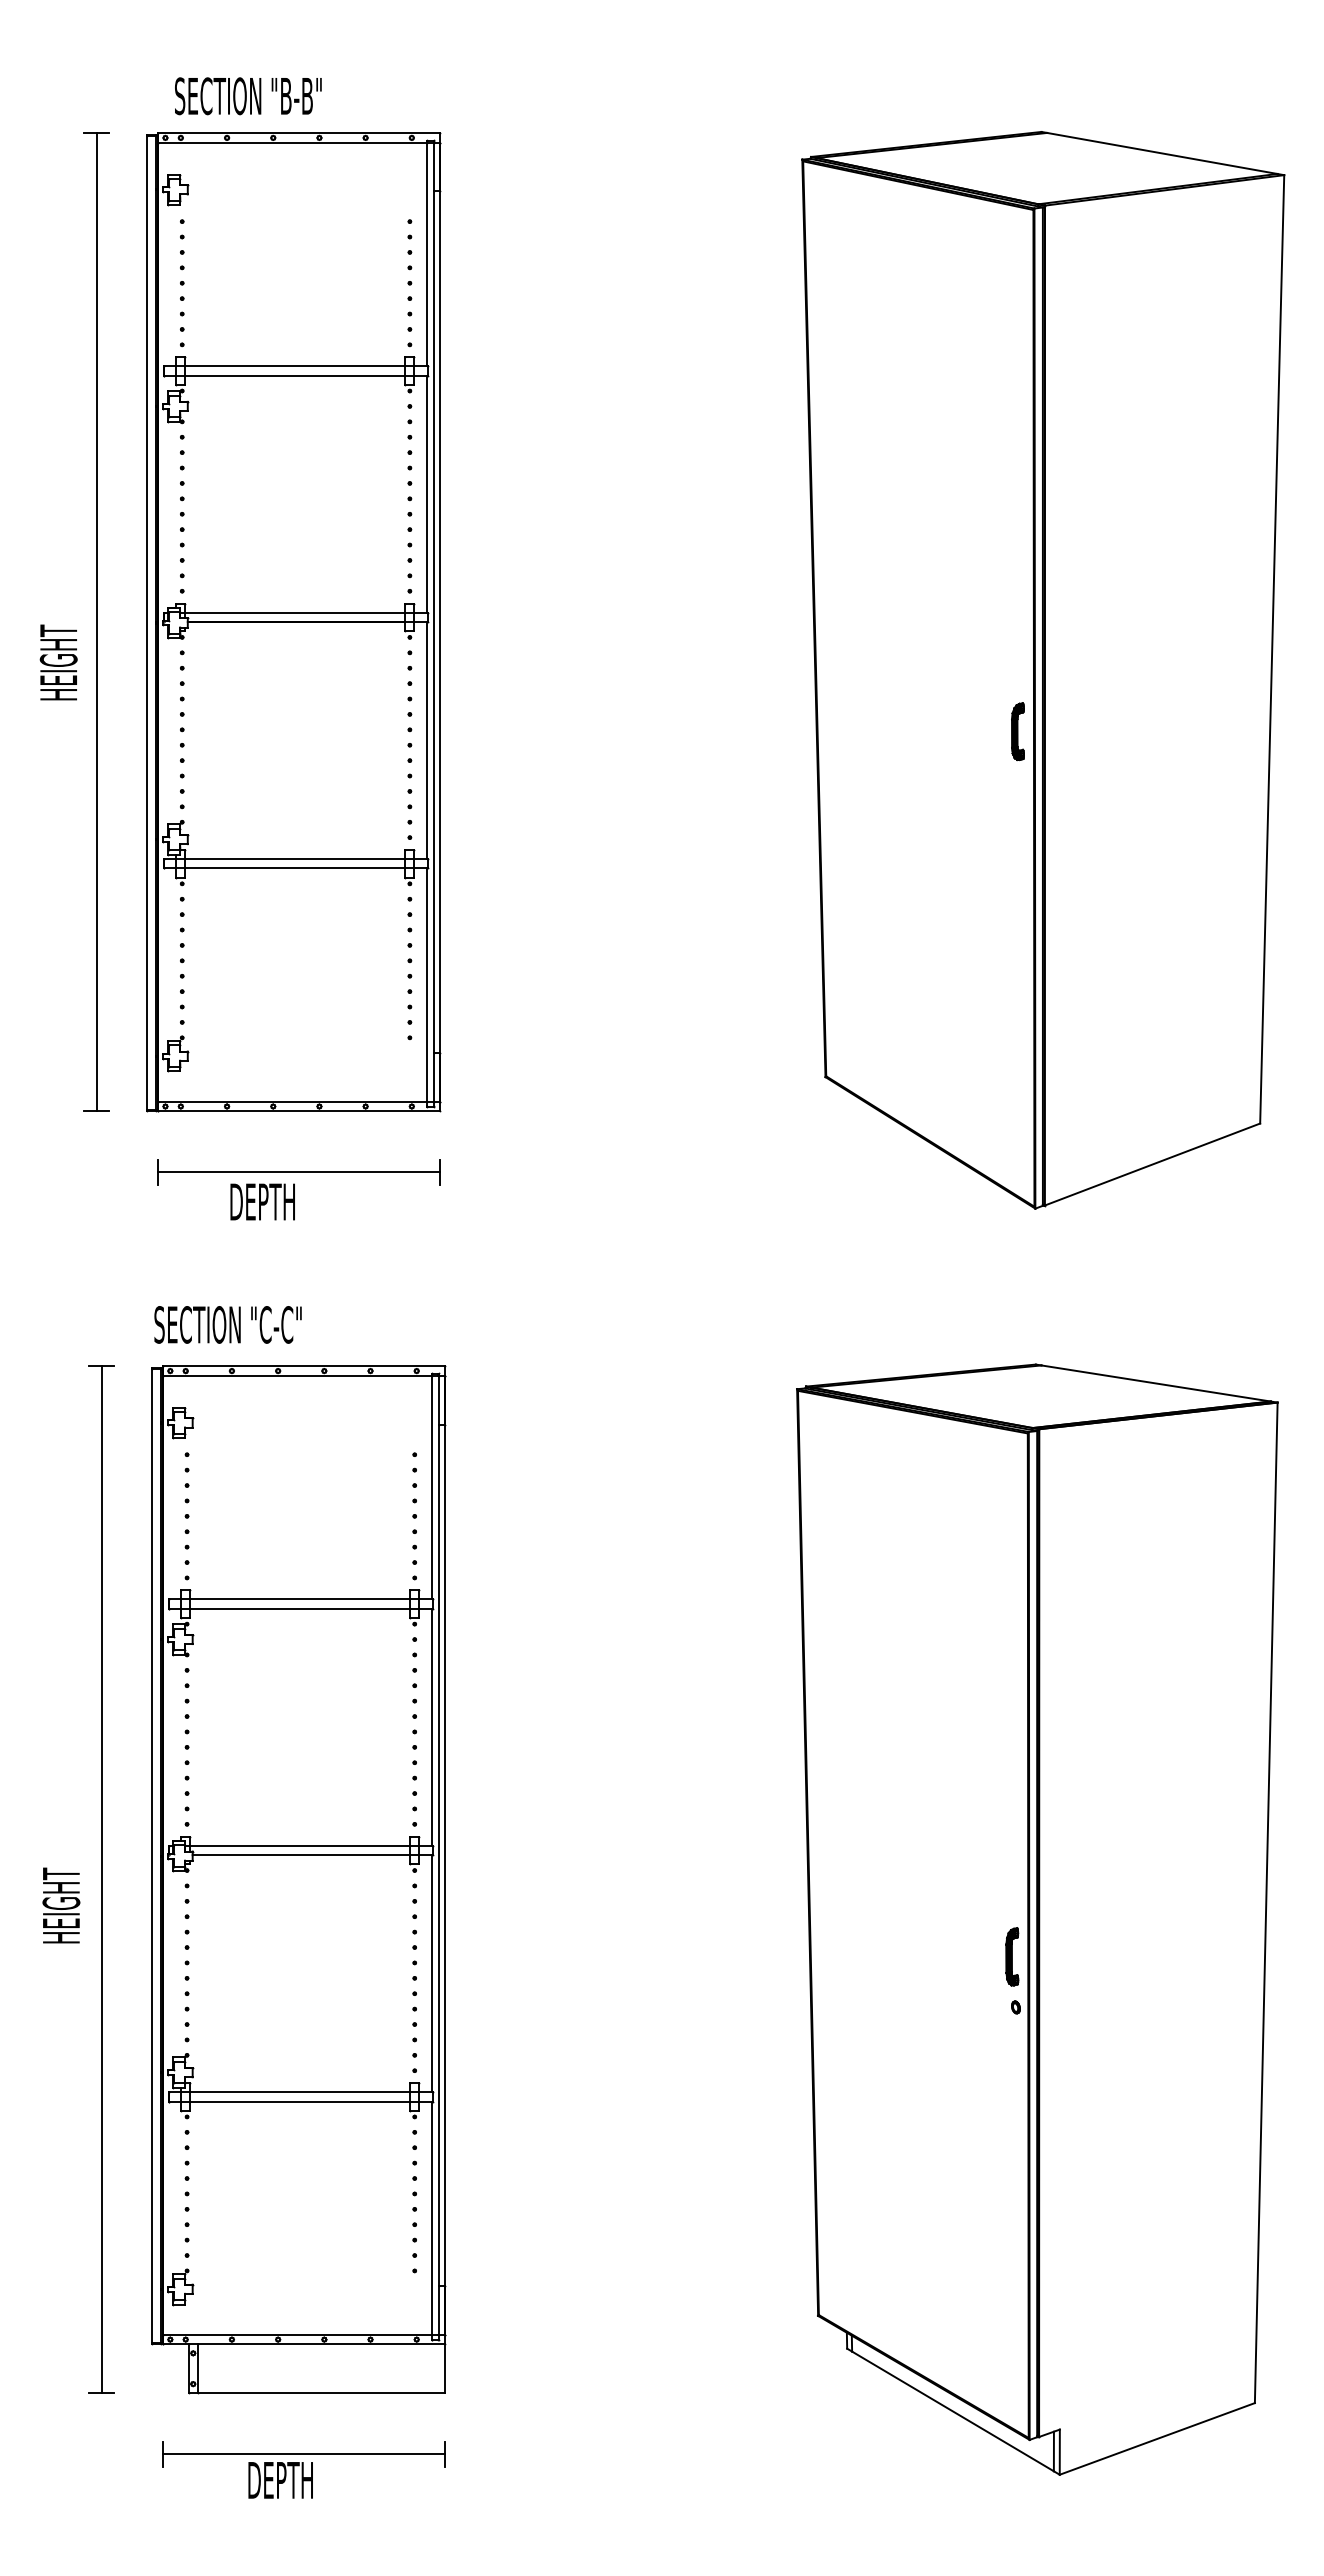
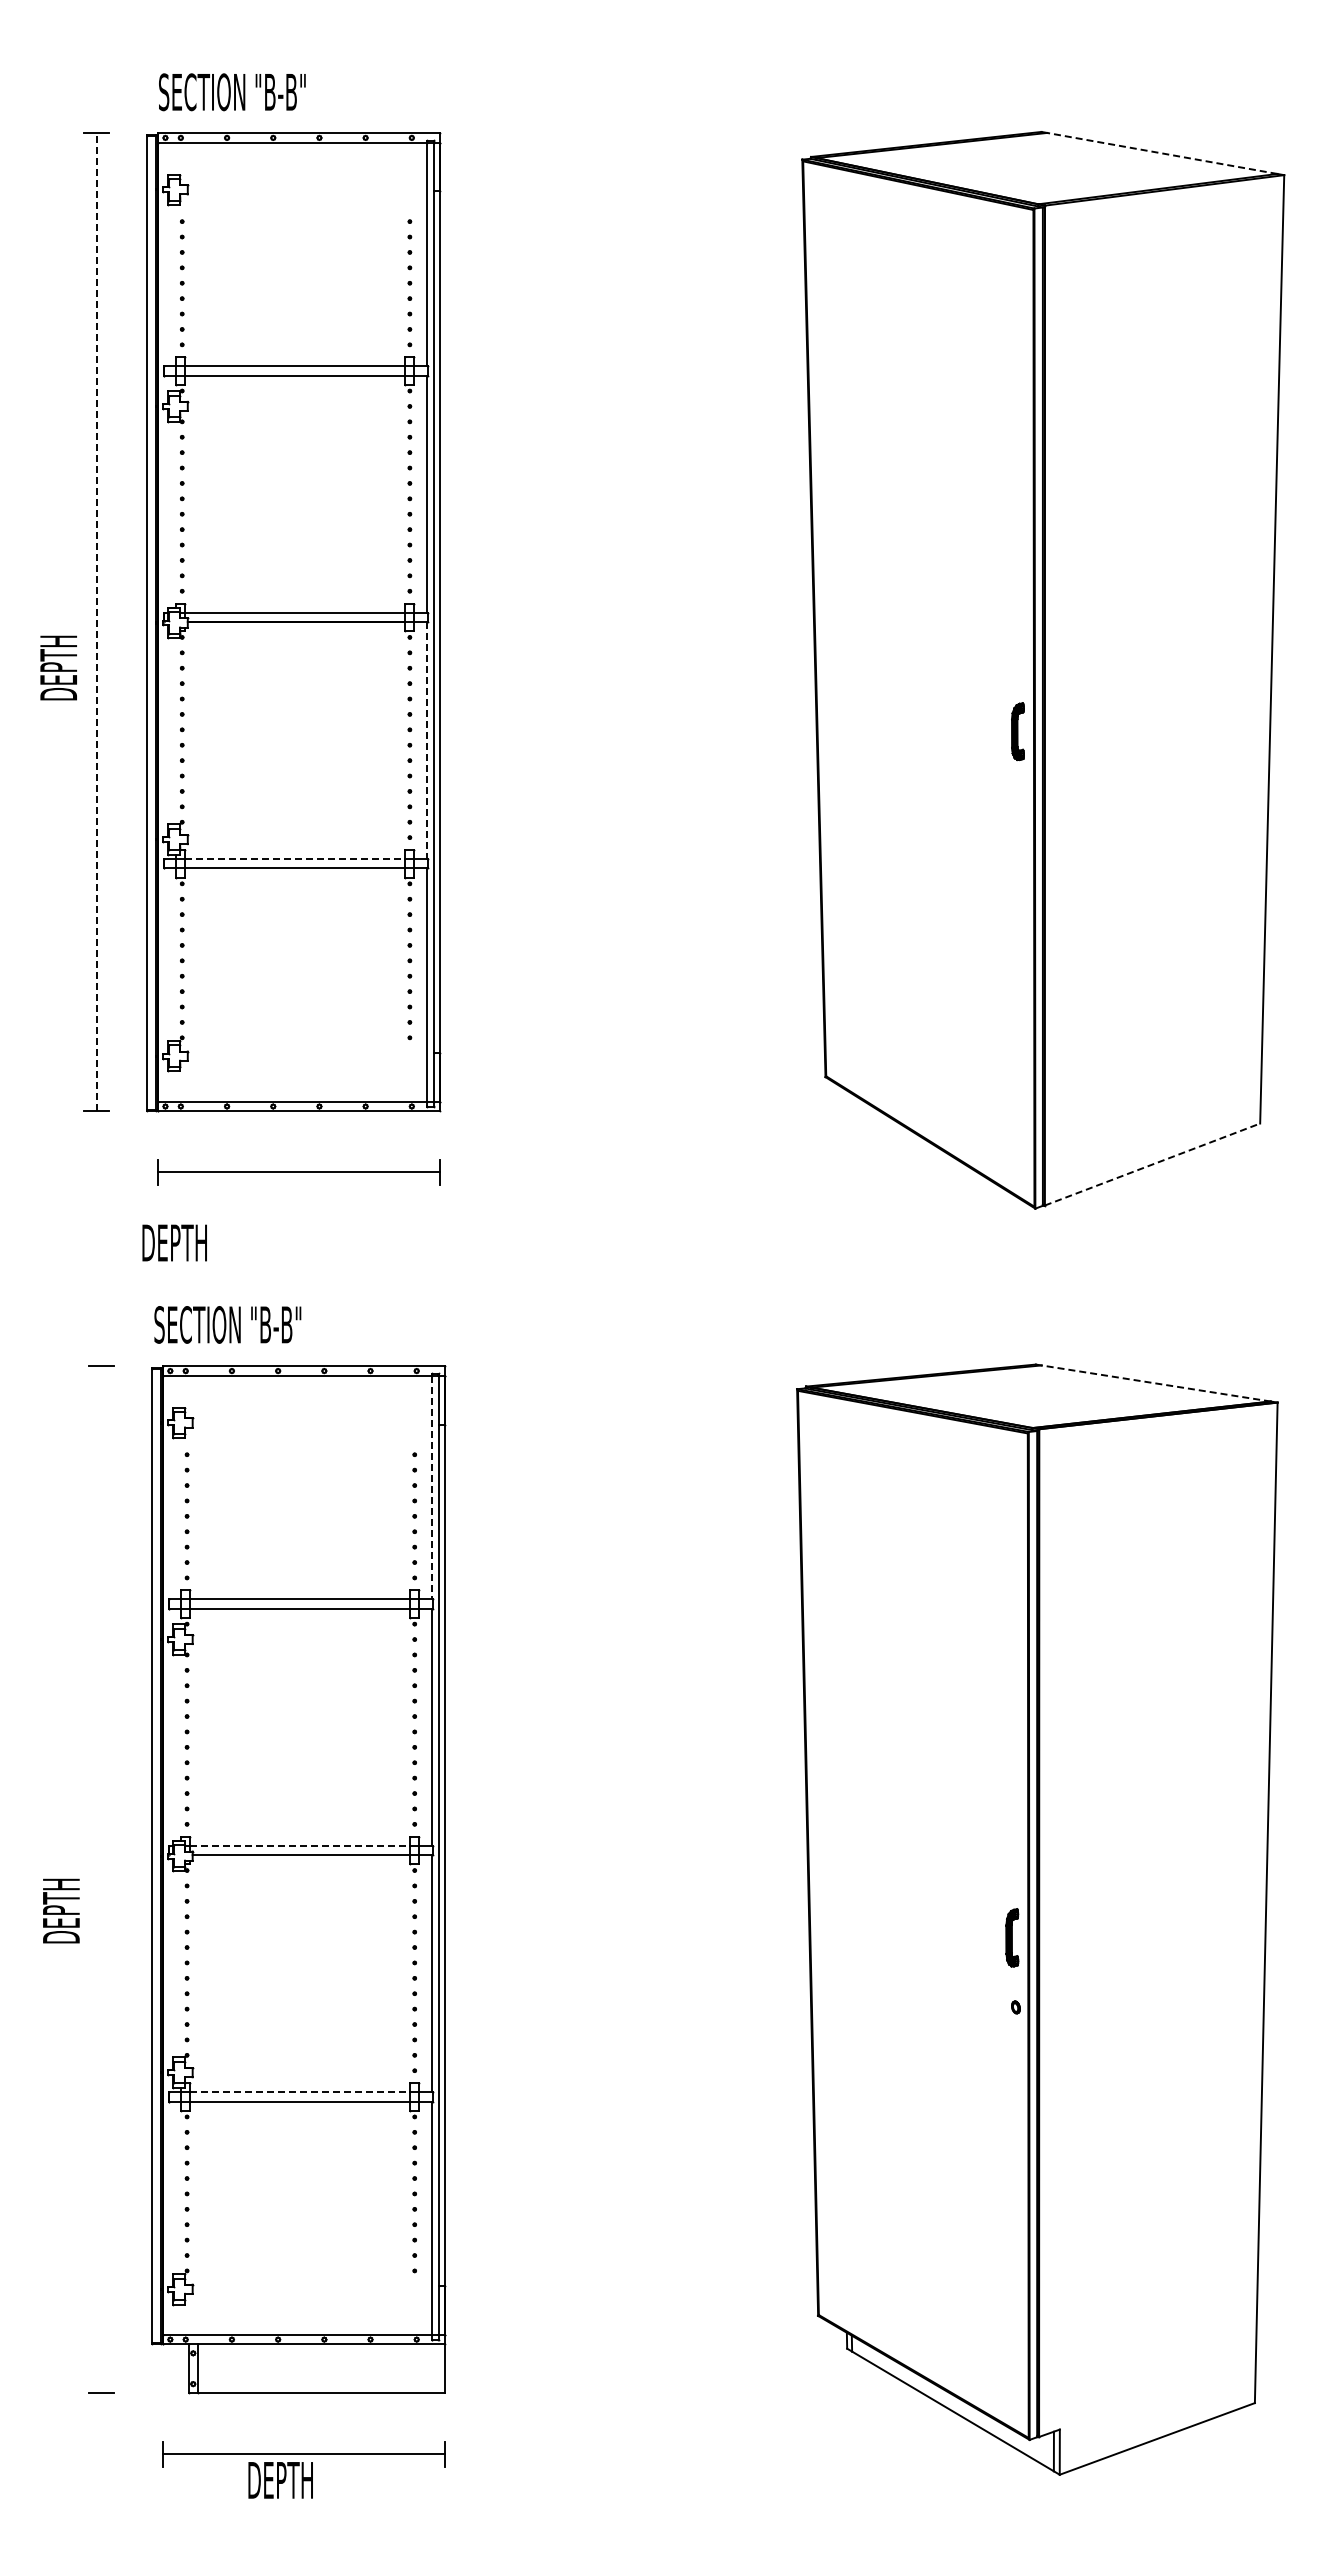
text at (248, 96) position: (248, 96) -> (232, 92)
line at (1162, 153): solid -> dashed
line at (96, 622): solid -> dashed
text at (58, 661): HEIGHT -> DEPTH
line at (427, 740): solid -> dashed
line at (295, 859): solid -> dashed
line at (1152, 1164): solid -> dashed
text at (262, 1201) position: (262, 1201) -> (174, 1242)
text at (280, 1324): SECTION "C-C" -> SECTION "B-B"
line at (1155, 1383): solid -> dashed
line at (432, 1487): solid -> dashed
line at (300, 1845): solid -> dashed
line at (101, 1879): present -> none
text at (61, 1904): HEIGHT -> DEPTH
part at (1012, 1956) position: (1012, 1956) -> (1012, 1937)
line at (300, 2092): solid -> dashed
